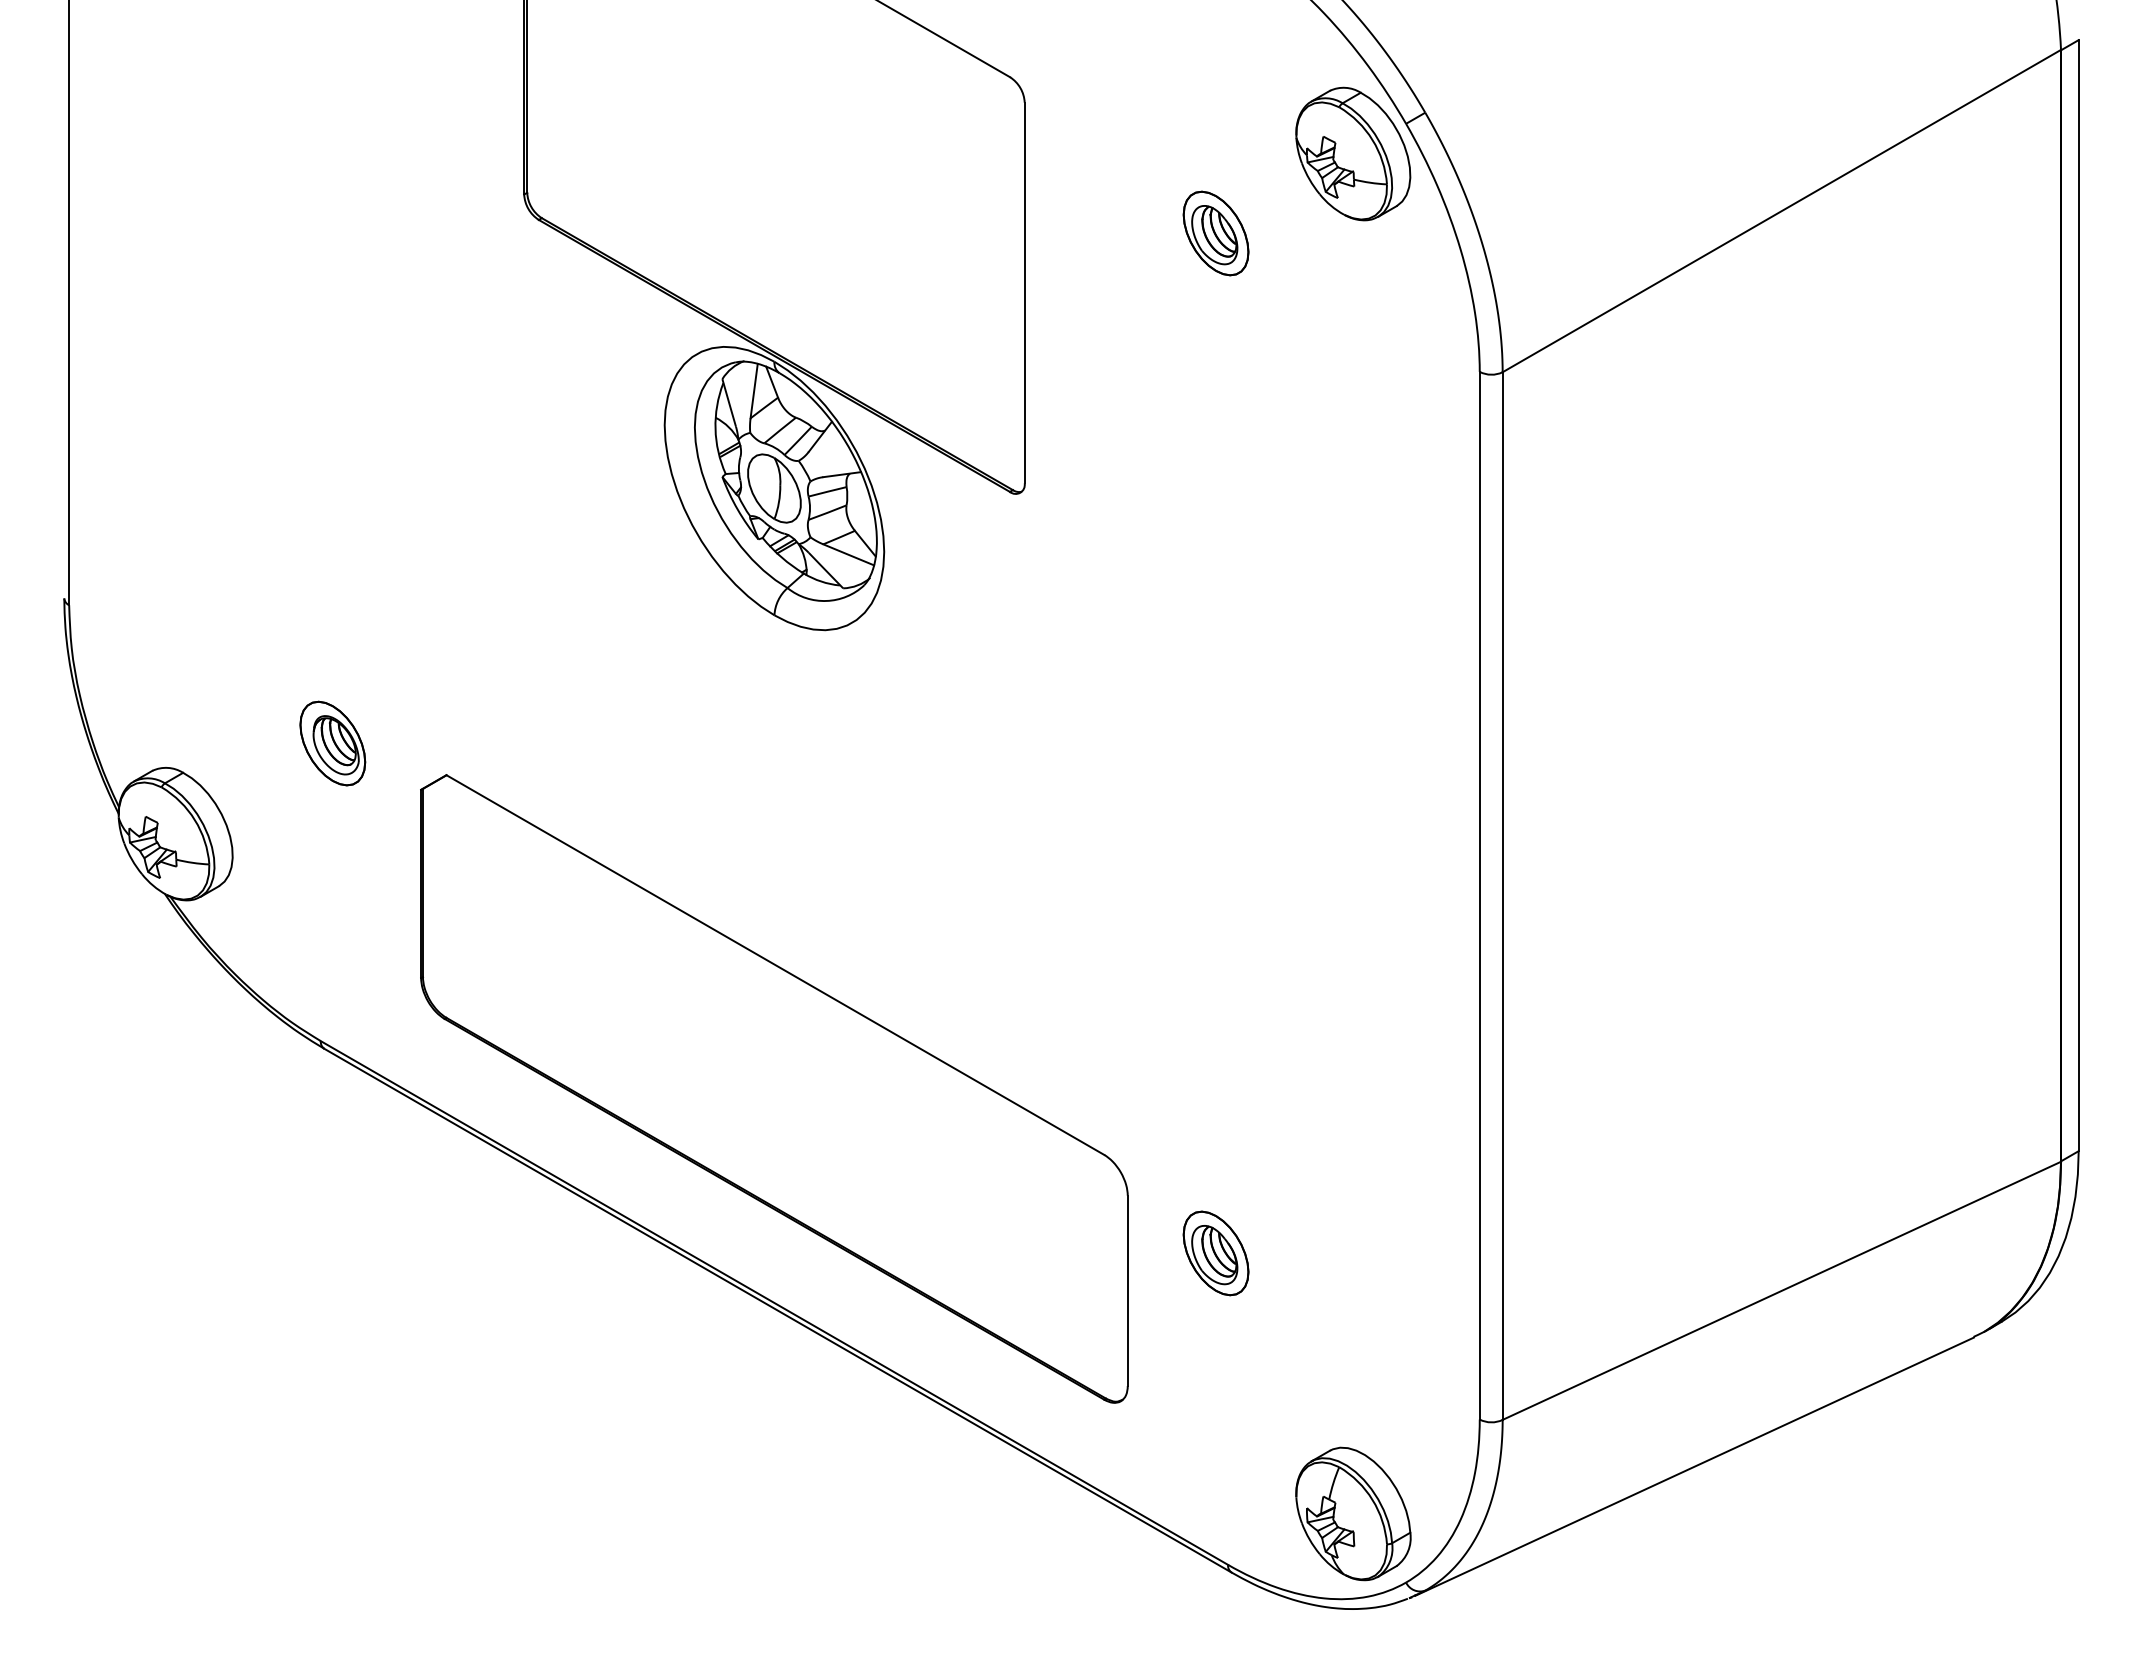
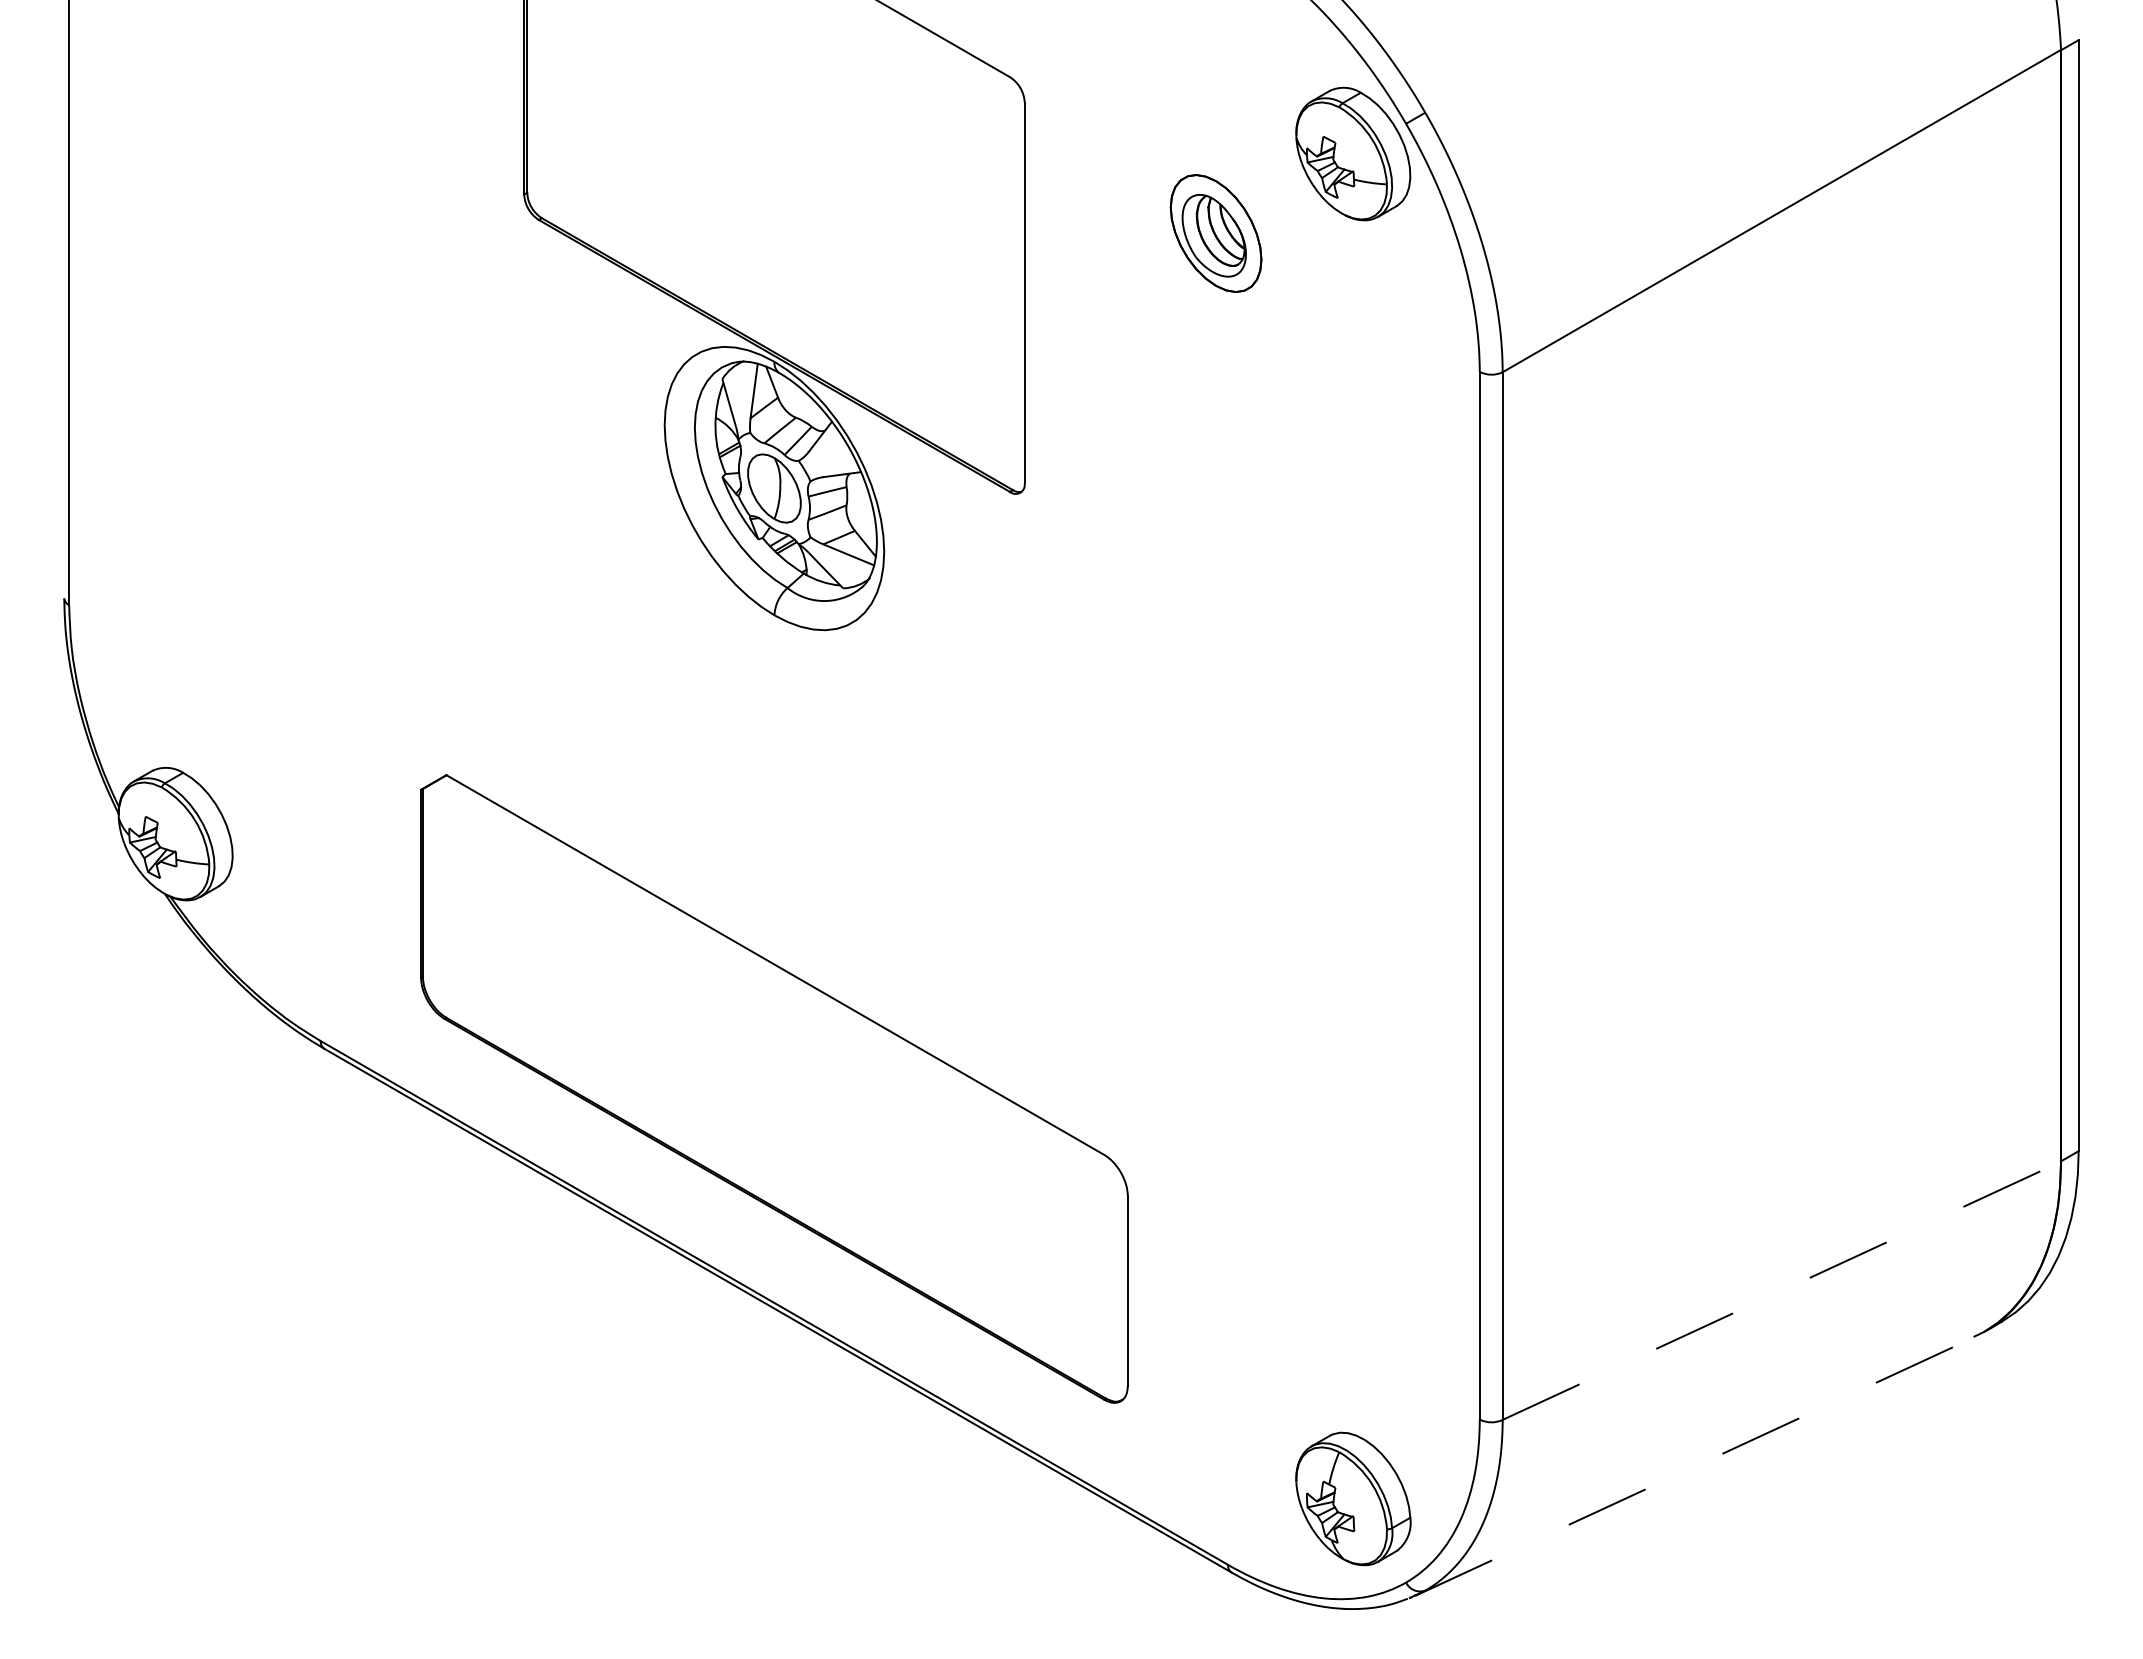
part at (1215, 233) size: 68x87 px -> 94x119 px
part at (332, 743): present -> none
part at (1215, 1253): present -> none
line at (1781, 1290): solid -> dashed
line at (1694, 1466): solid -> dashed
part at (1353, 1513) position: (1353, 1513) -> (1353, 1498)
